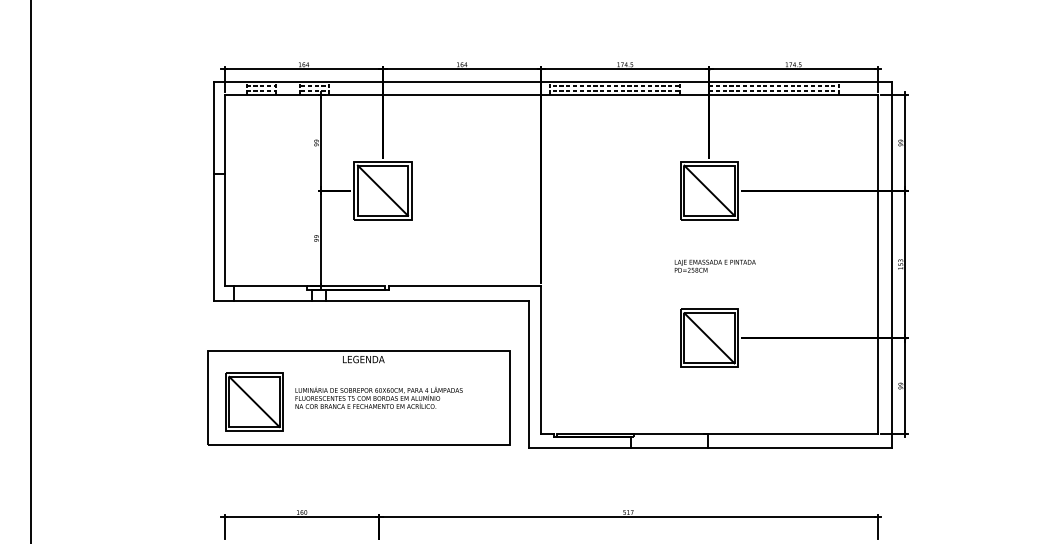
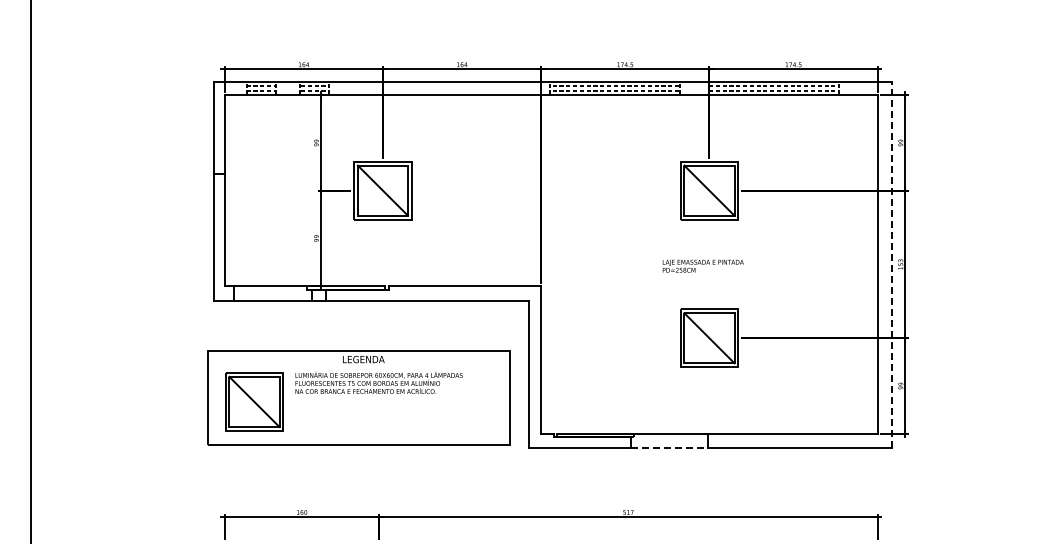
line at (892, 264): solid -> dashed
text at (714, 265) position: (714, 265) -> (702, 265)
text at (378, 397) position: (378, 397) -> (378, 382)
line at (669, 448): solid -> dashed
